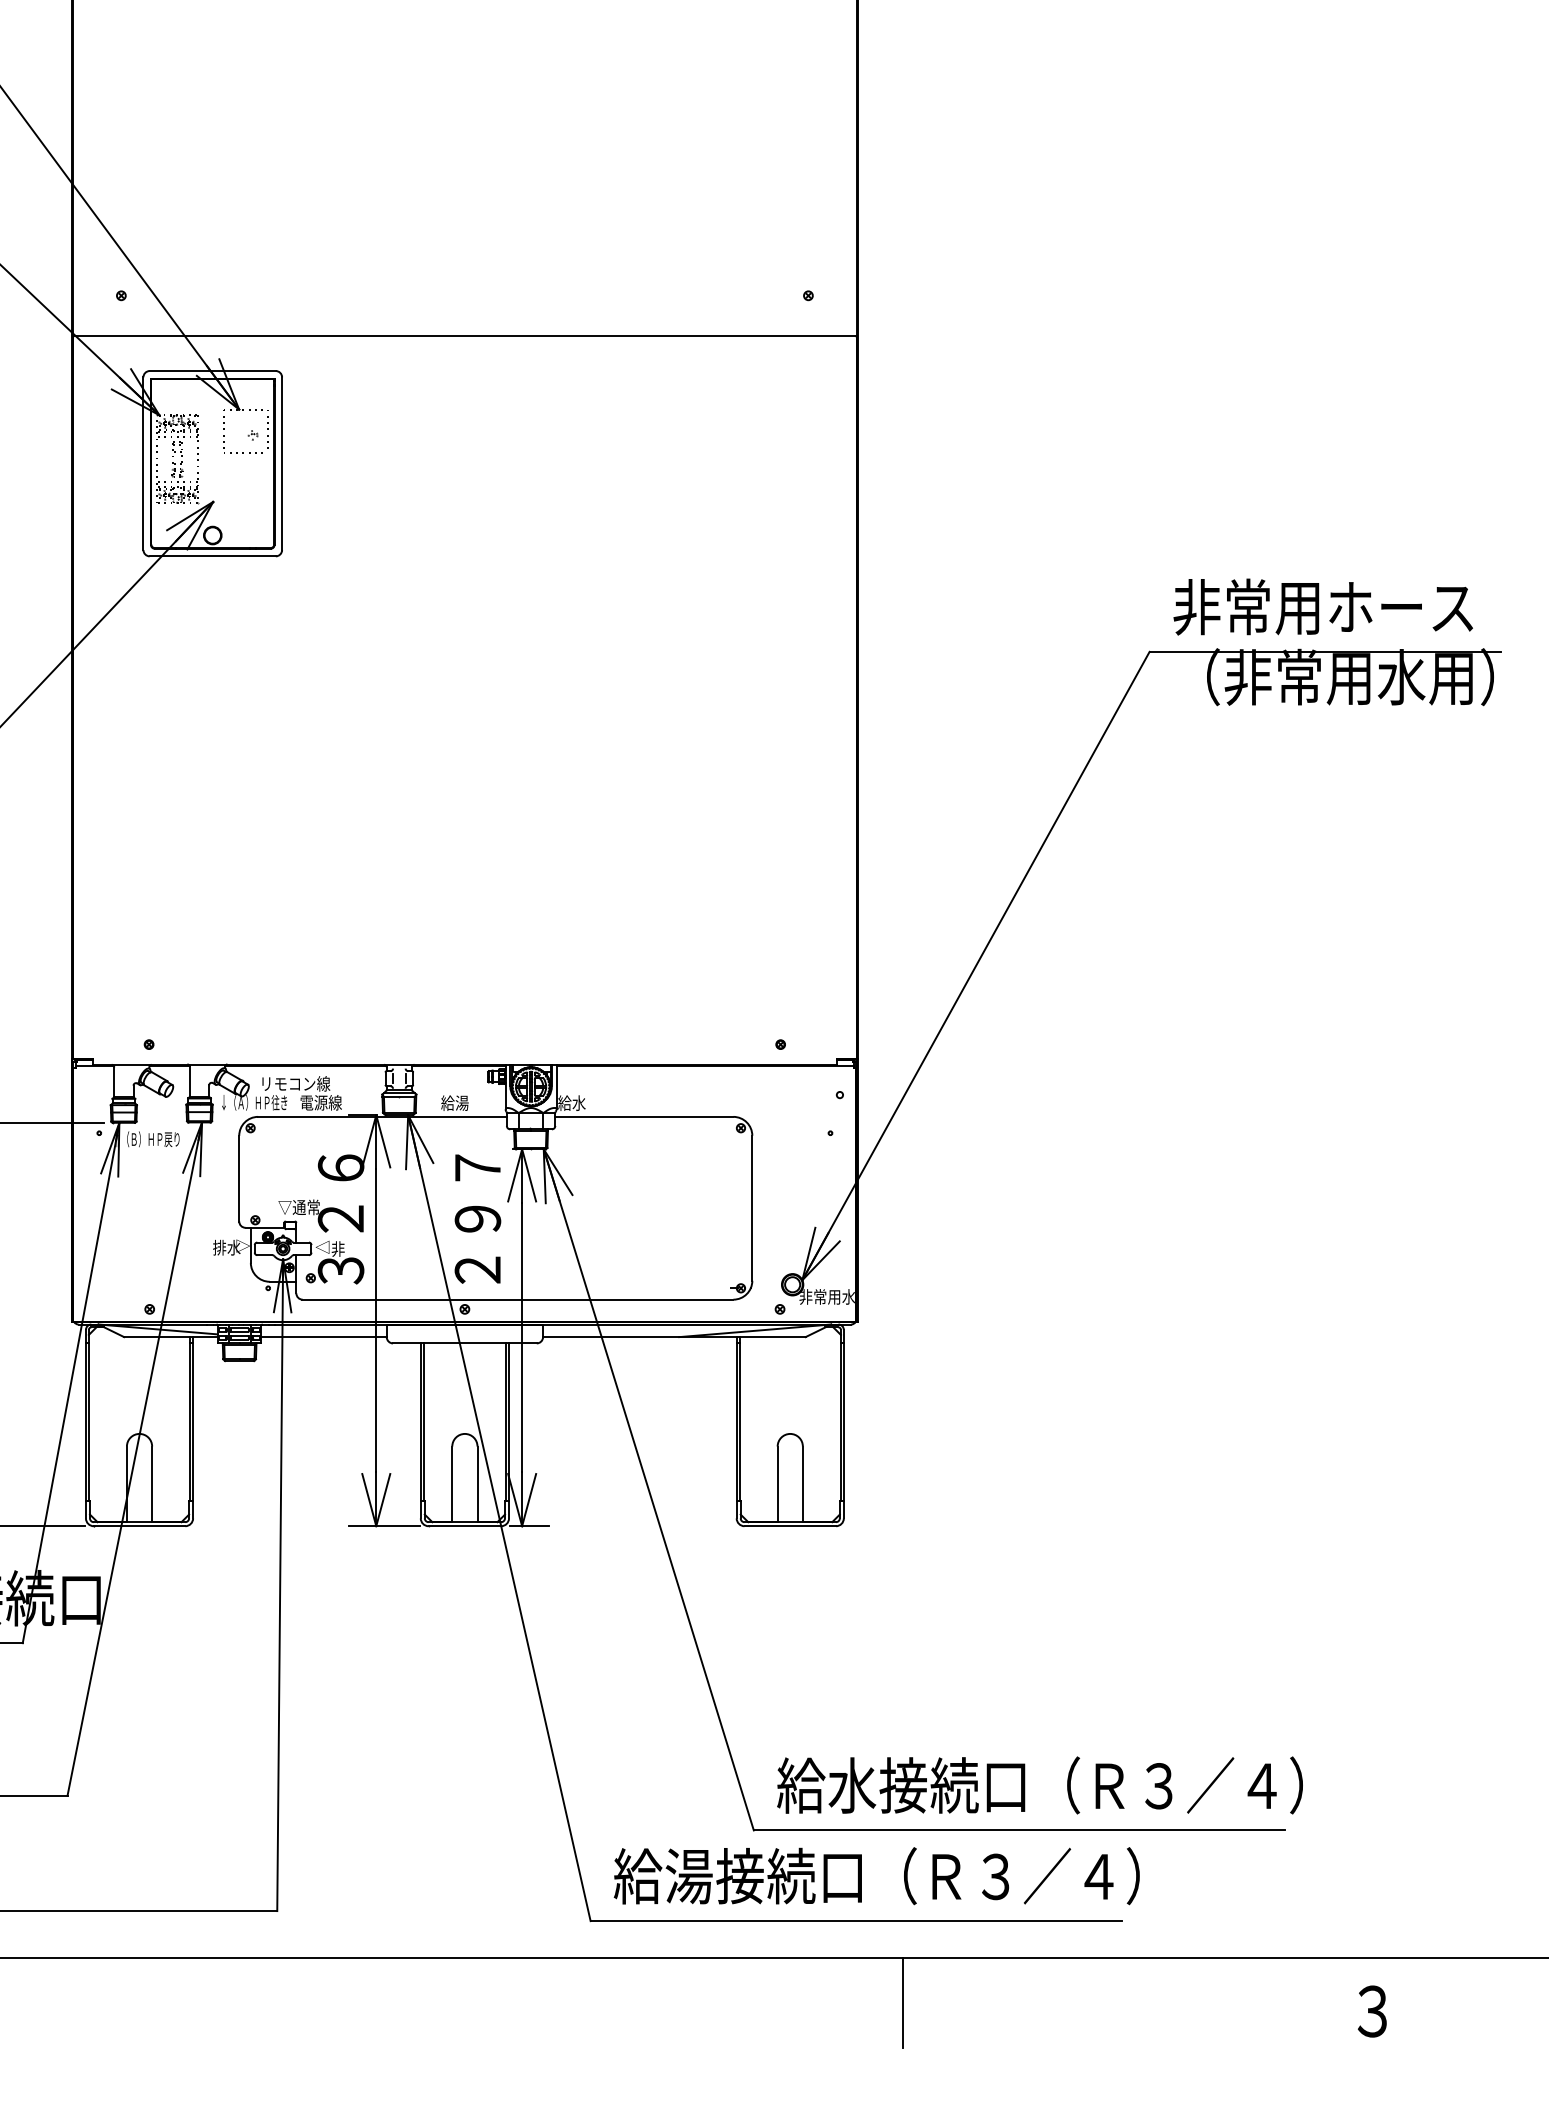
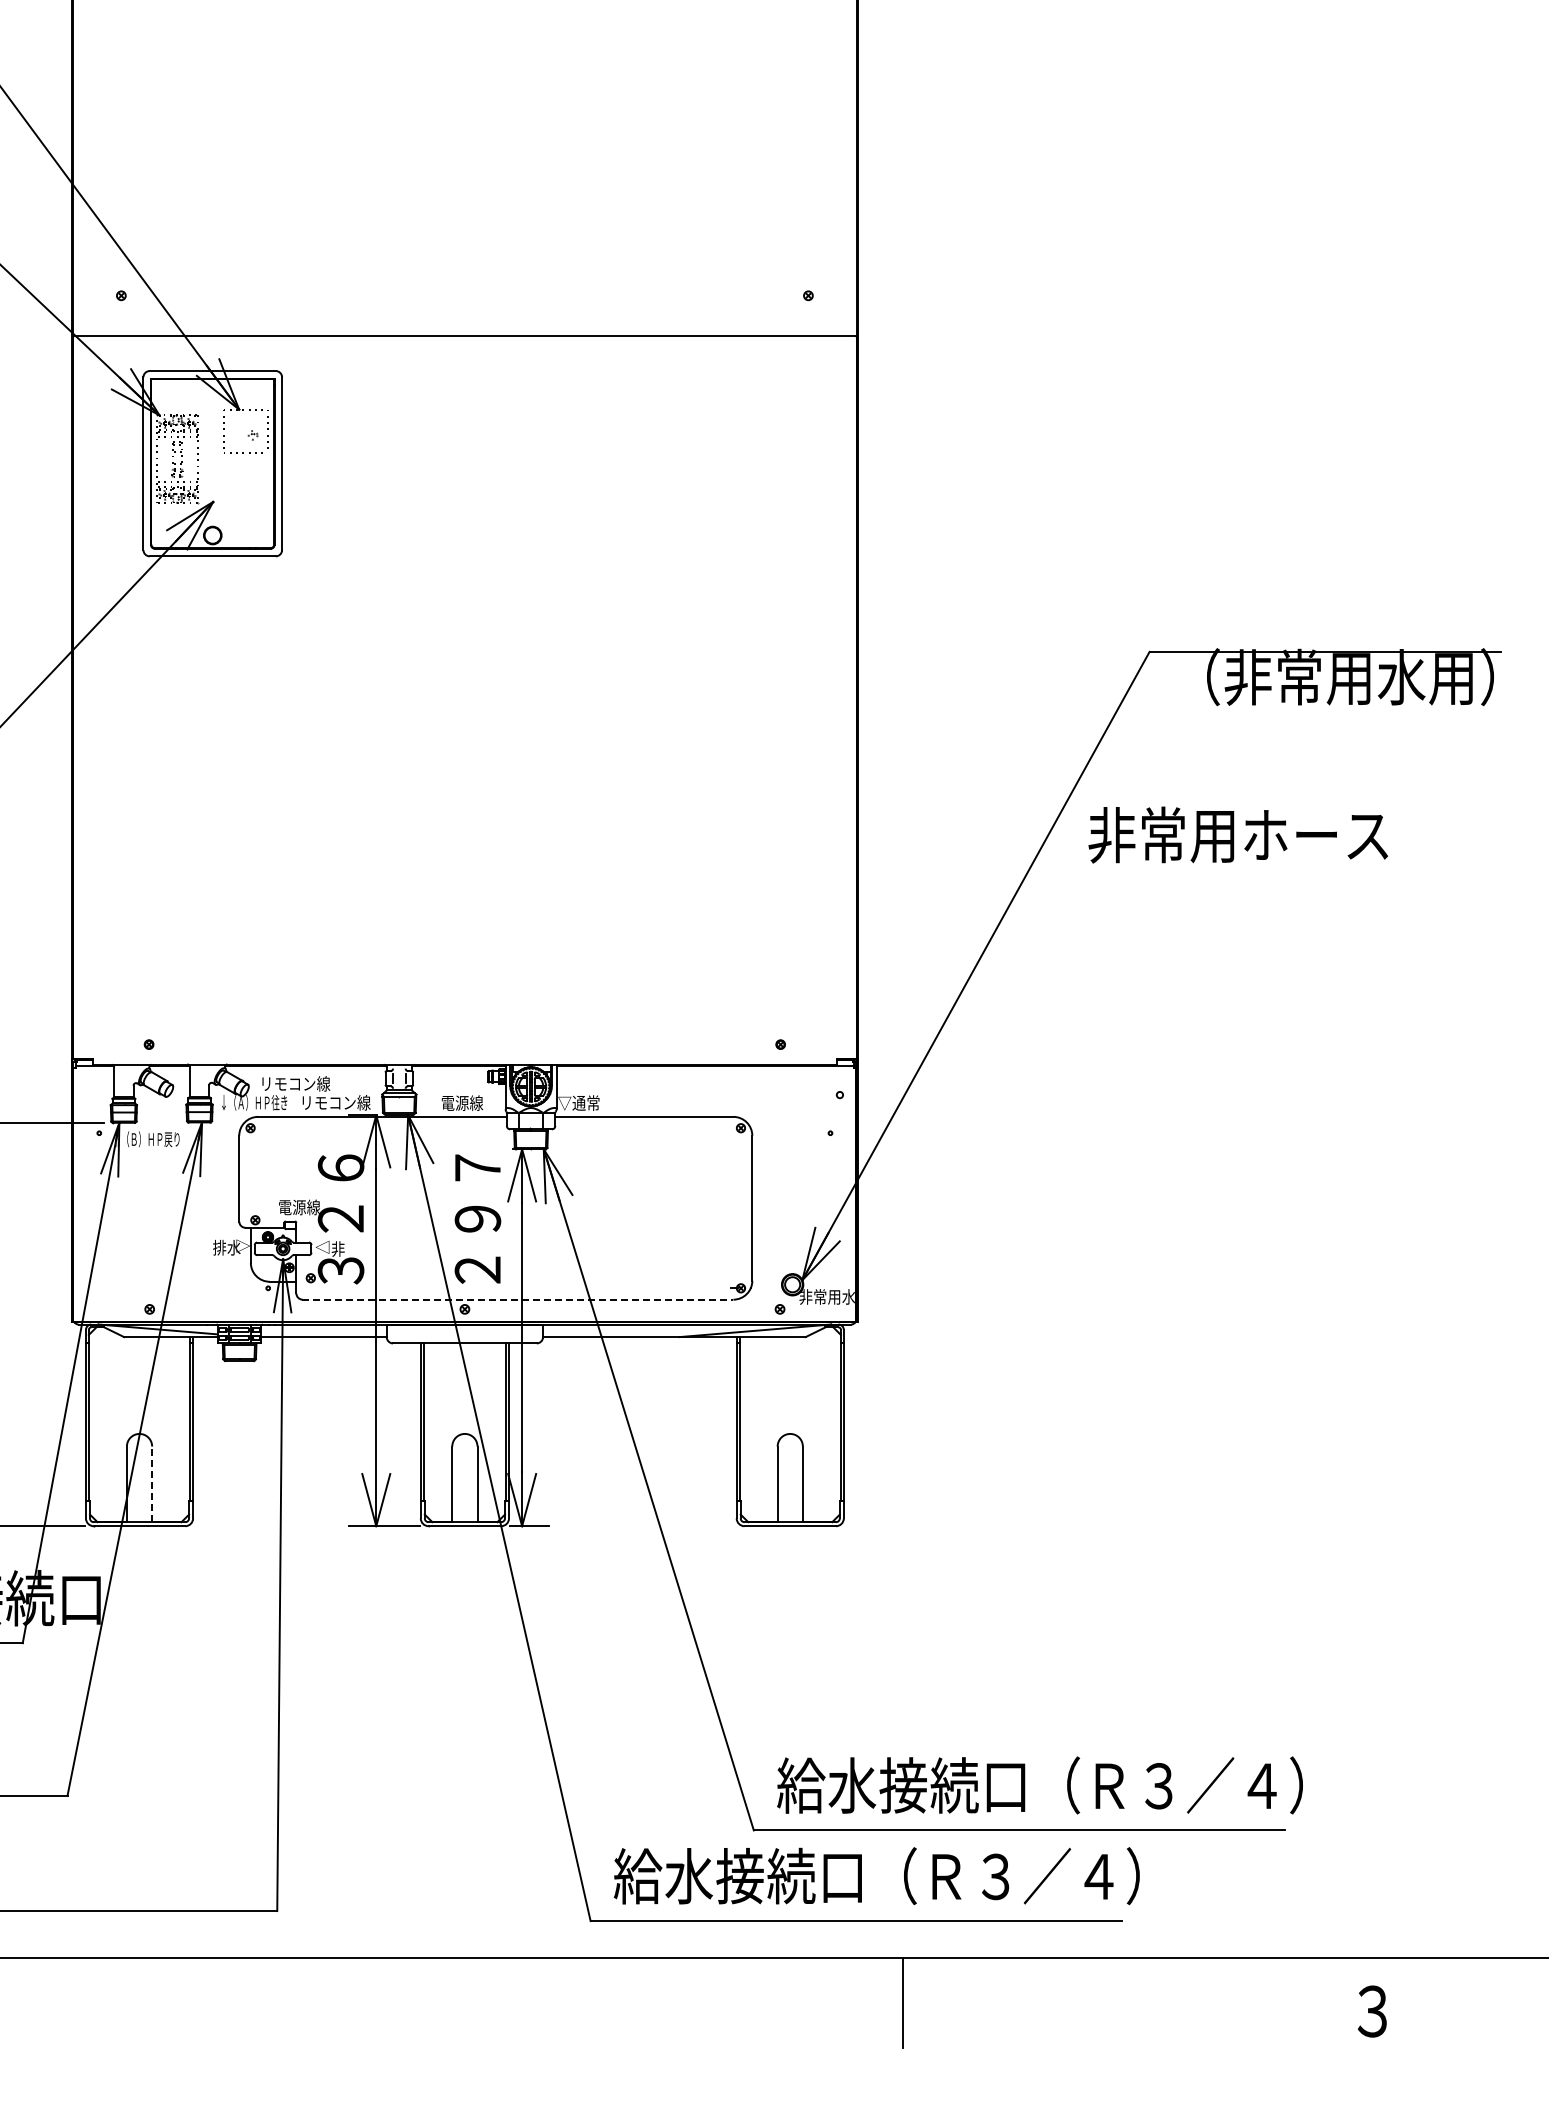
text at (1322, 606) position: (1322, 606) -> (1237, 834)
text at (335, 1102): 電源線 -> リモコン線
text at (462, 1102): 給湯 -> 電源線
text at (578, 1102): 給水 -> ▽通常
text at (298, 1207): ▽通常 -> 電源線
line at (517, 1299): solid -> dashed
line at (152, 1484): solid -> dashed
text at (689, 1876): 給湯接続口（Ｒ３／４） -> 給水接続口（Ｒ３／４）
